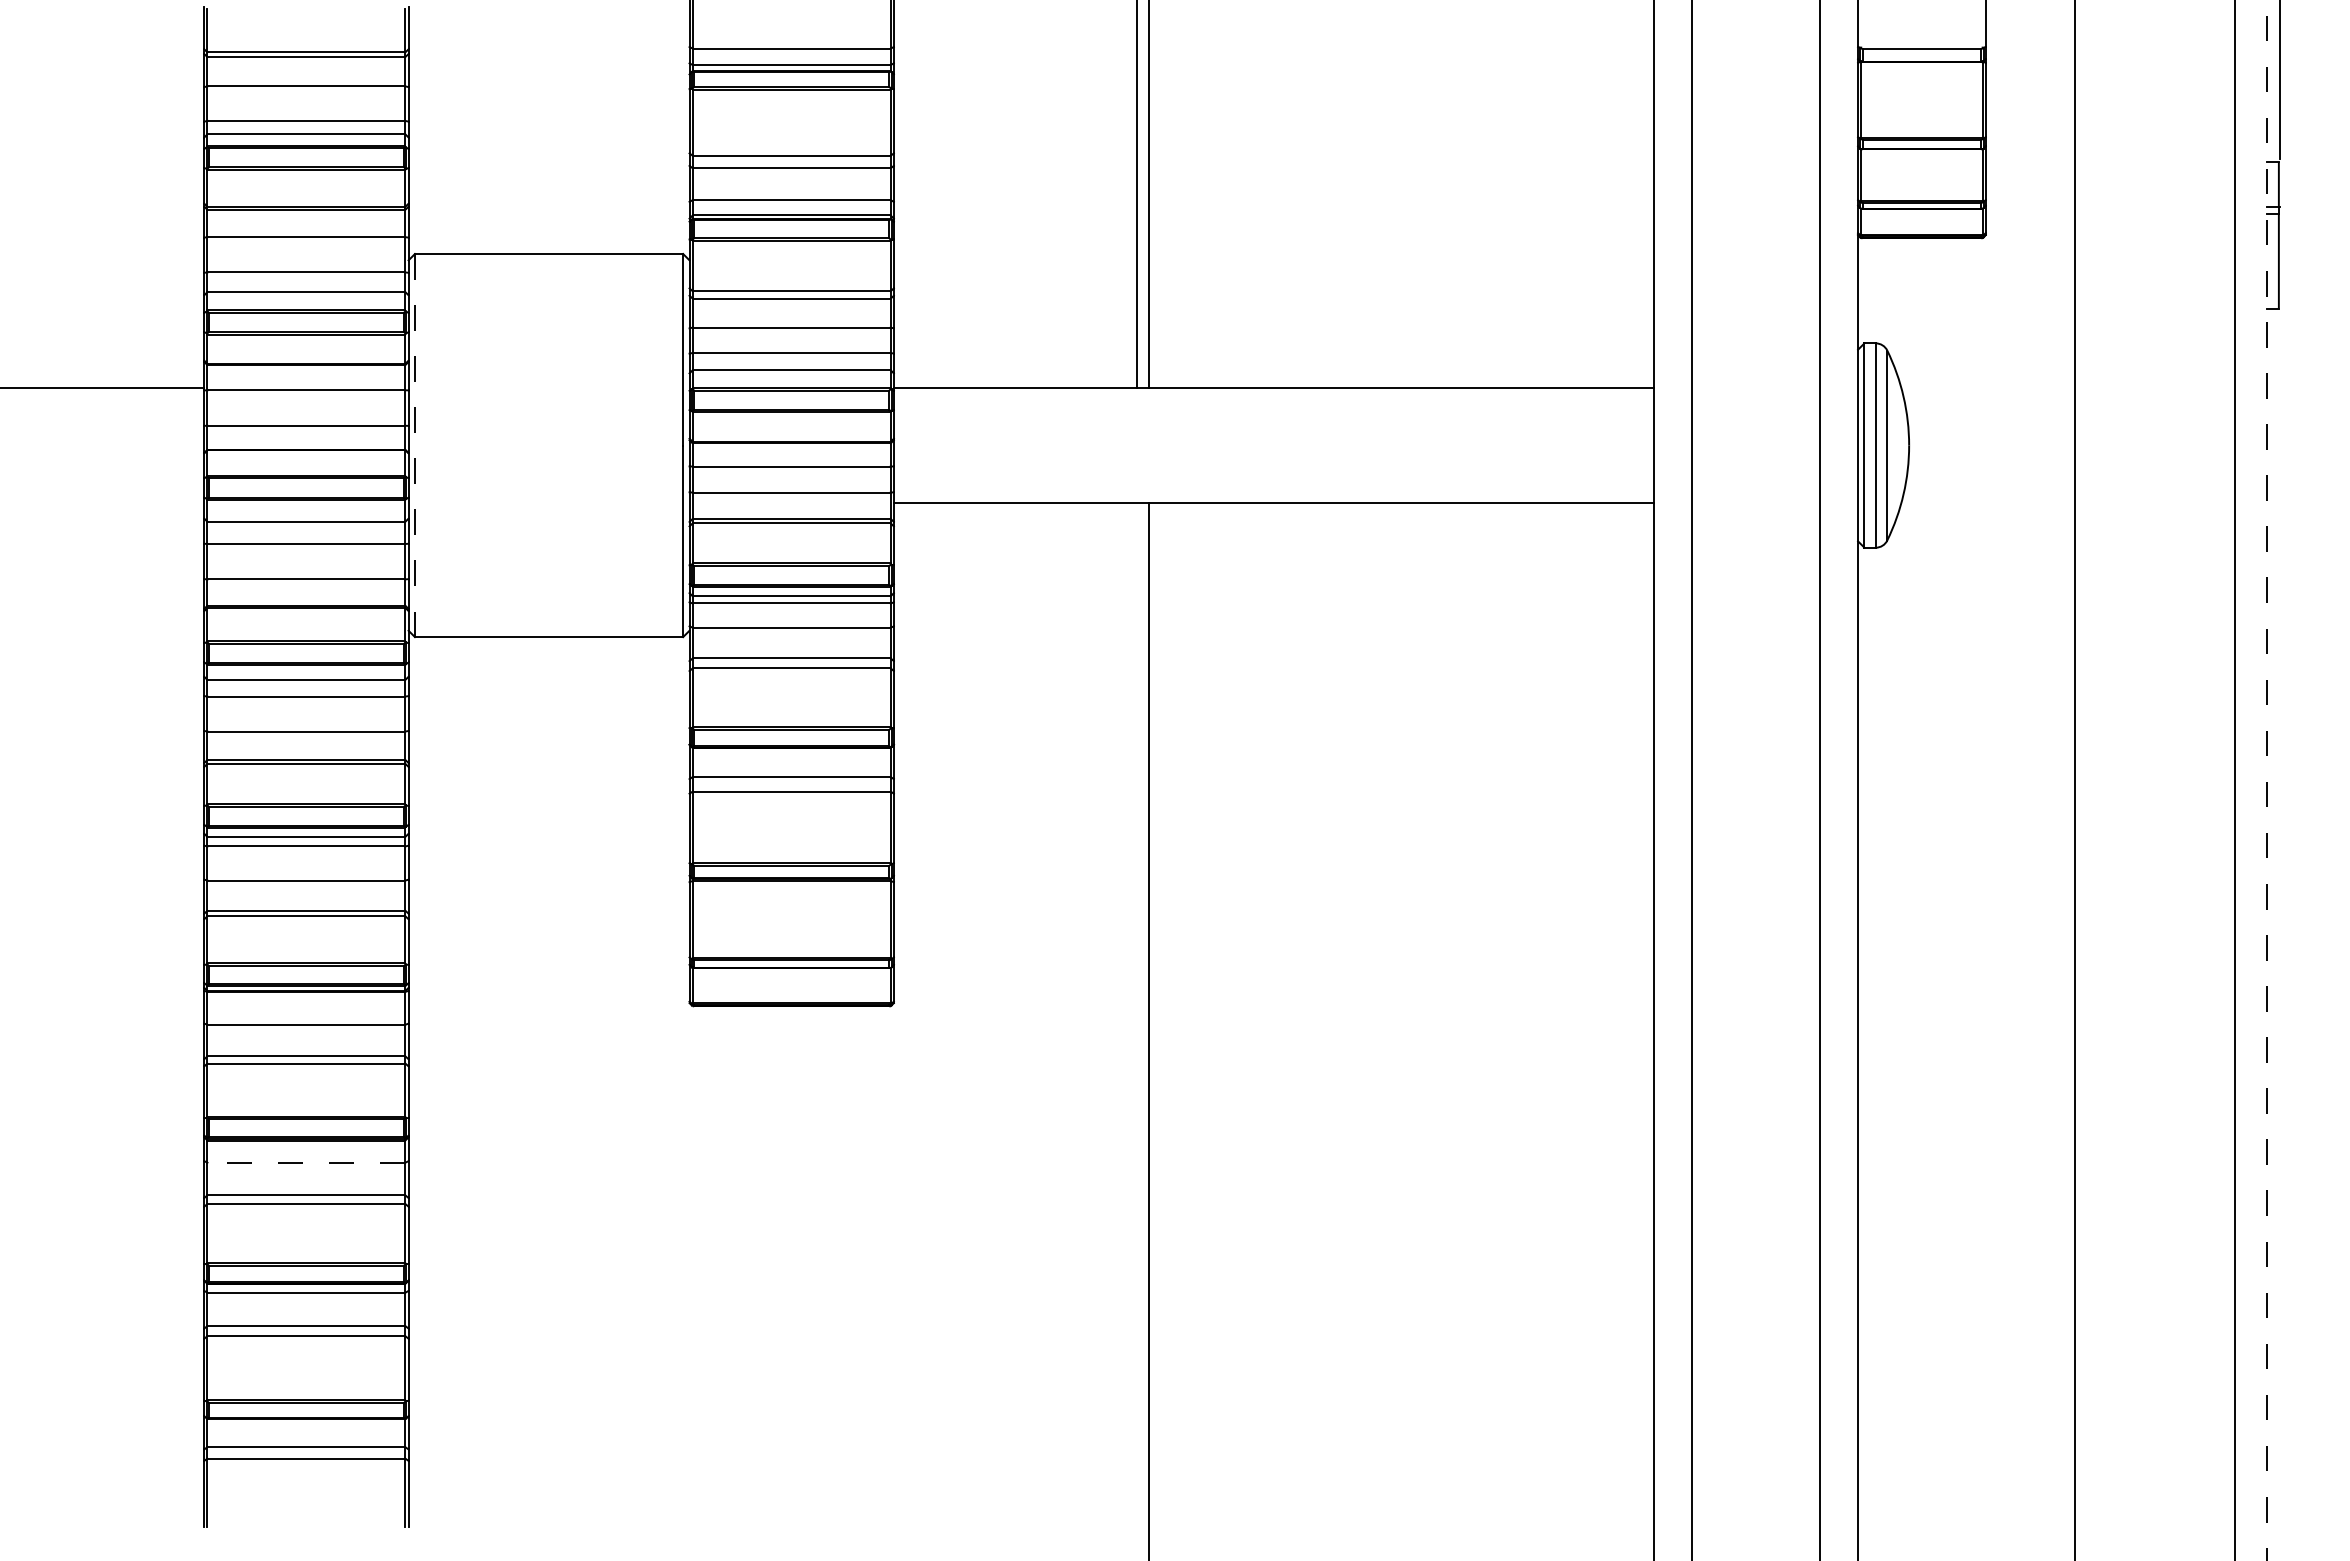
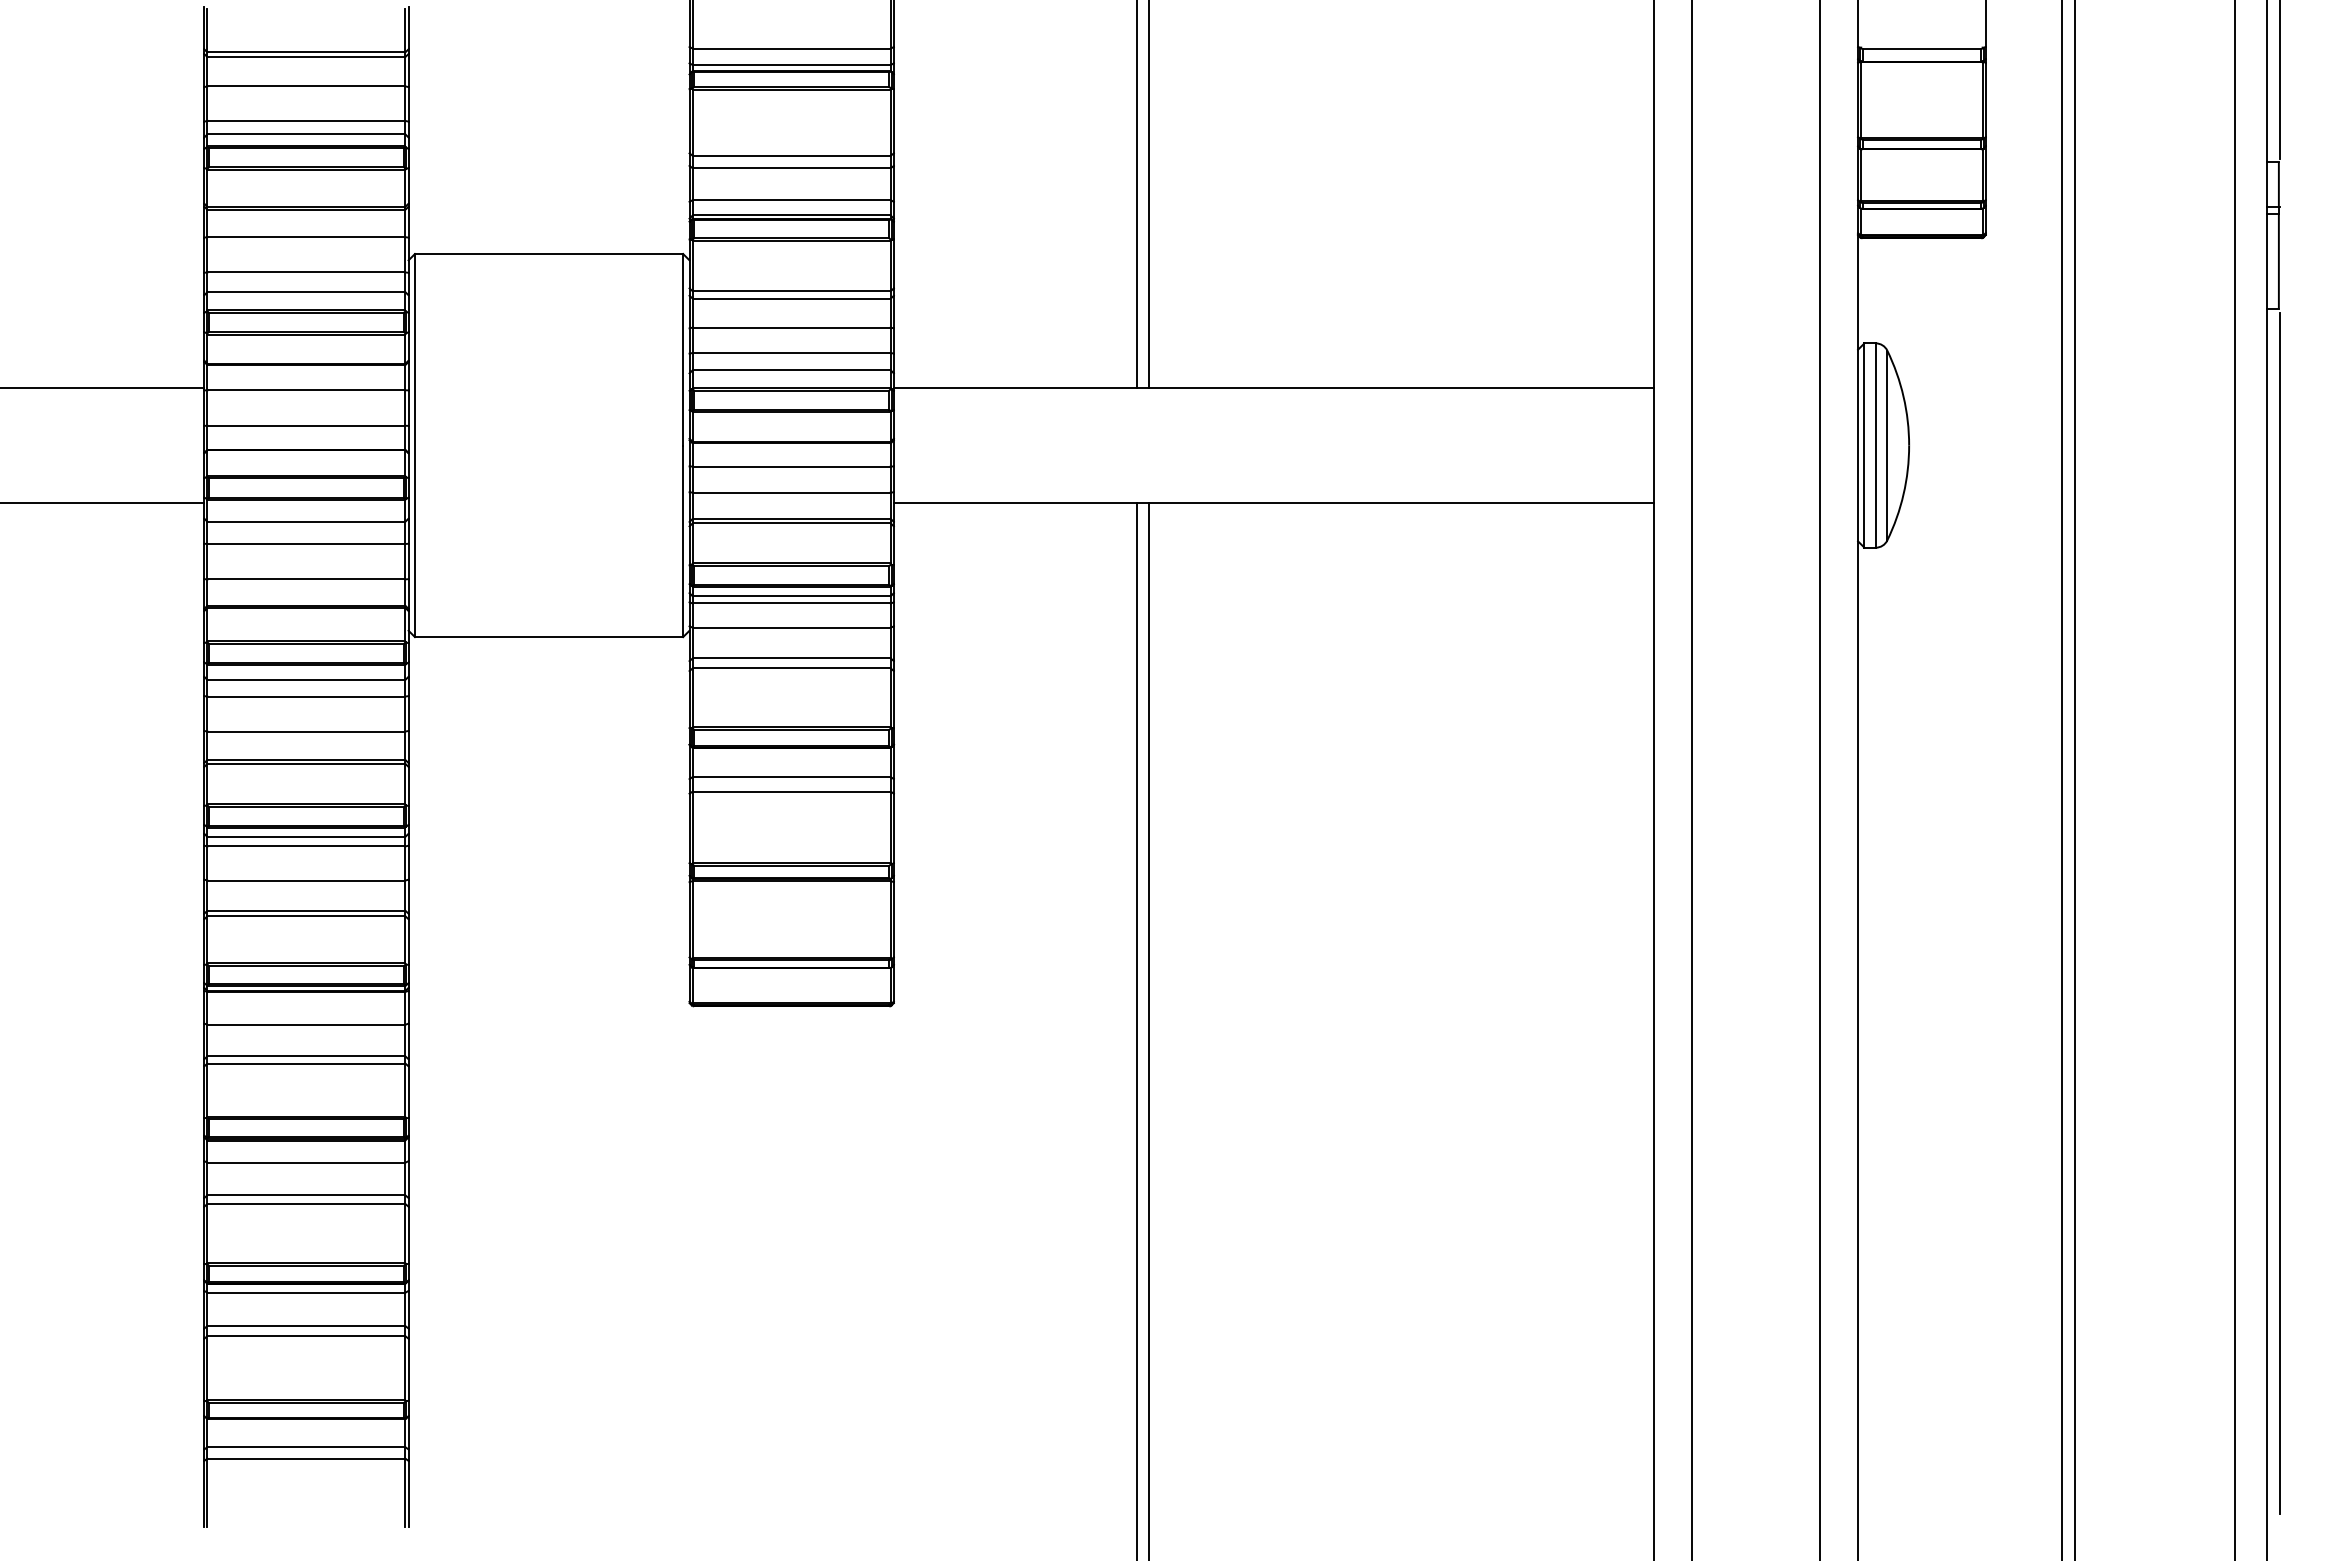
line at (414, 445): dashed -> solid
line at (103, 503): none -> present
line at (2062, 779): none -> present
line at (2266, 780): dashed -> solid
line at (2279, 913): none -> present
line at (1136, 1030): none -> present
line at (306, 1162): dashed -> solid
